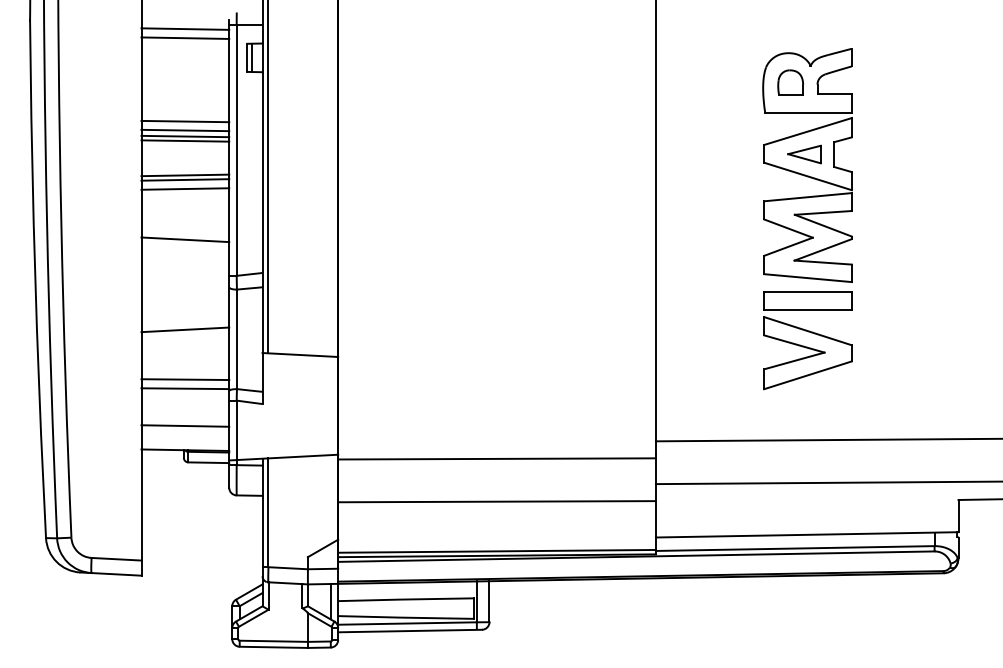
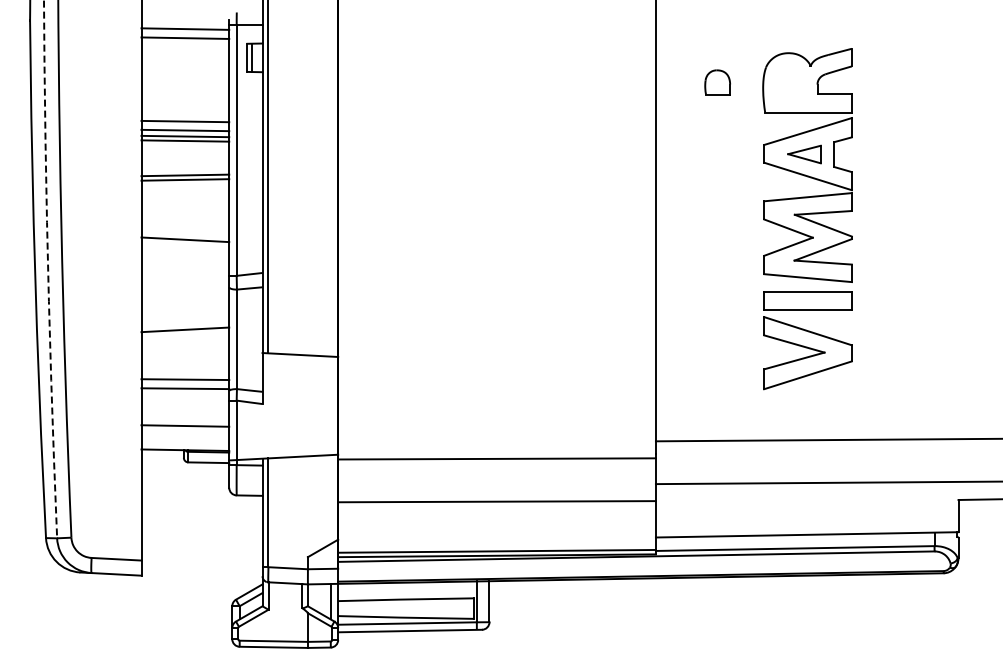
part at (790, 82) position: (790, 82) -> (717, 82)
line at (185, 188): present -> none
arc at (48, 270): solid -> dashed
